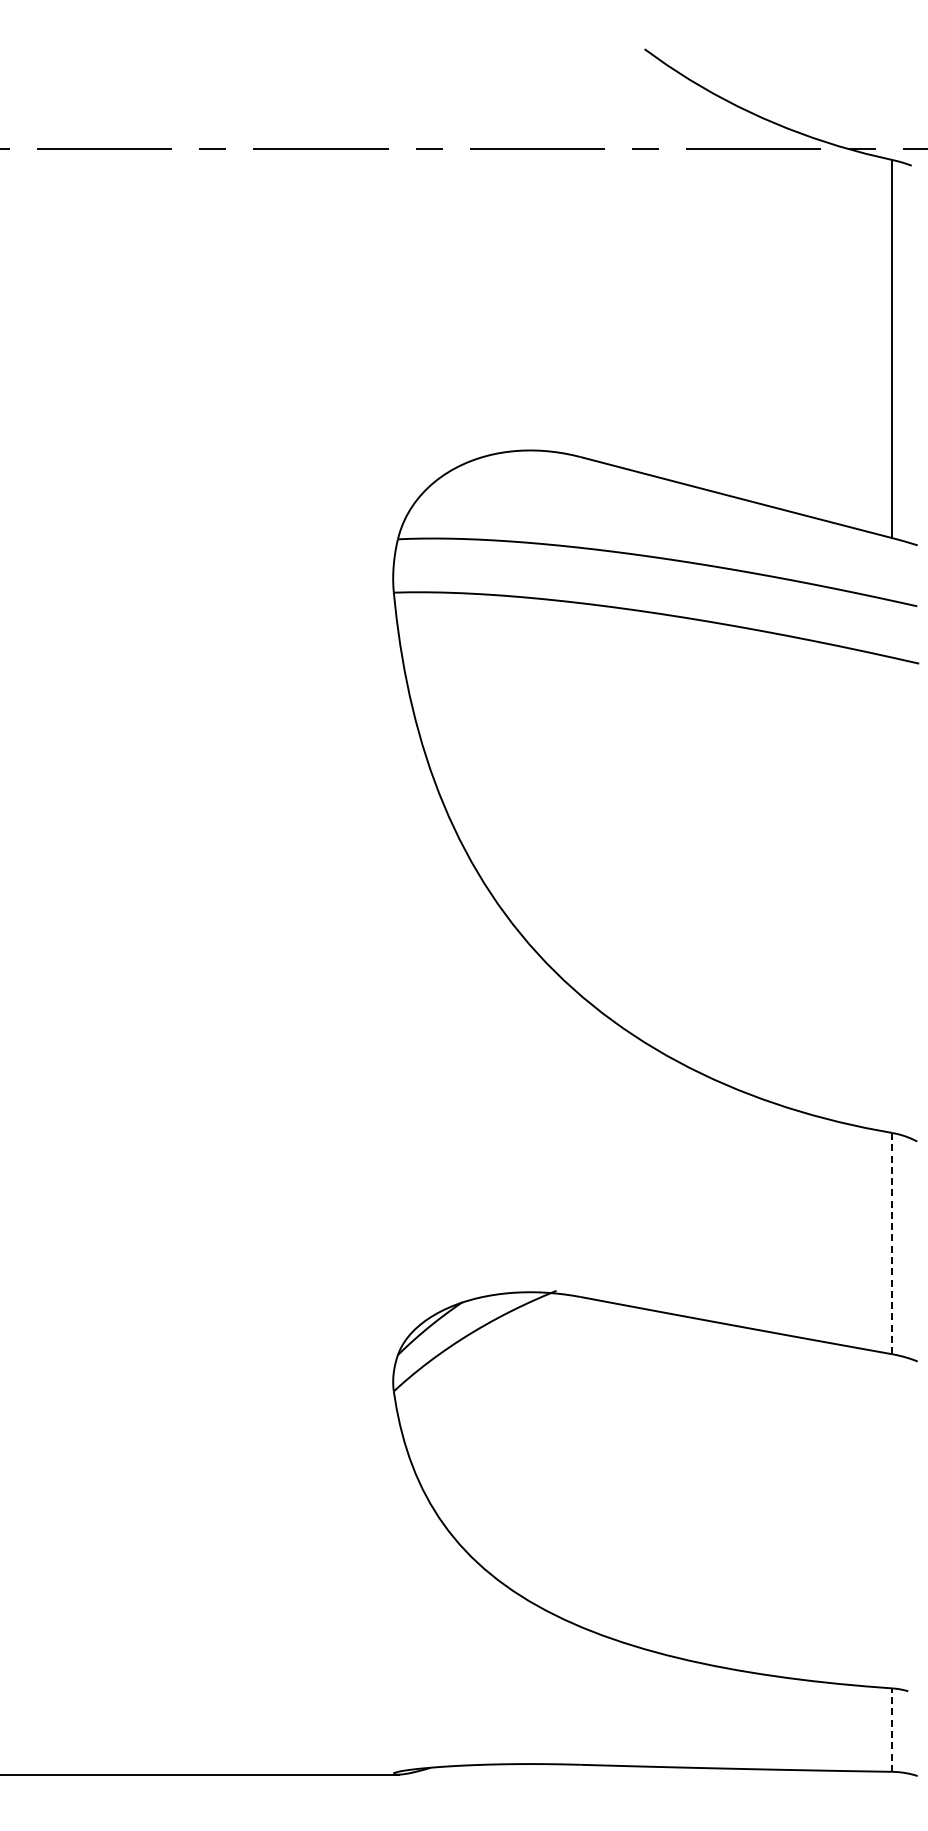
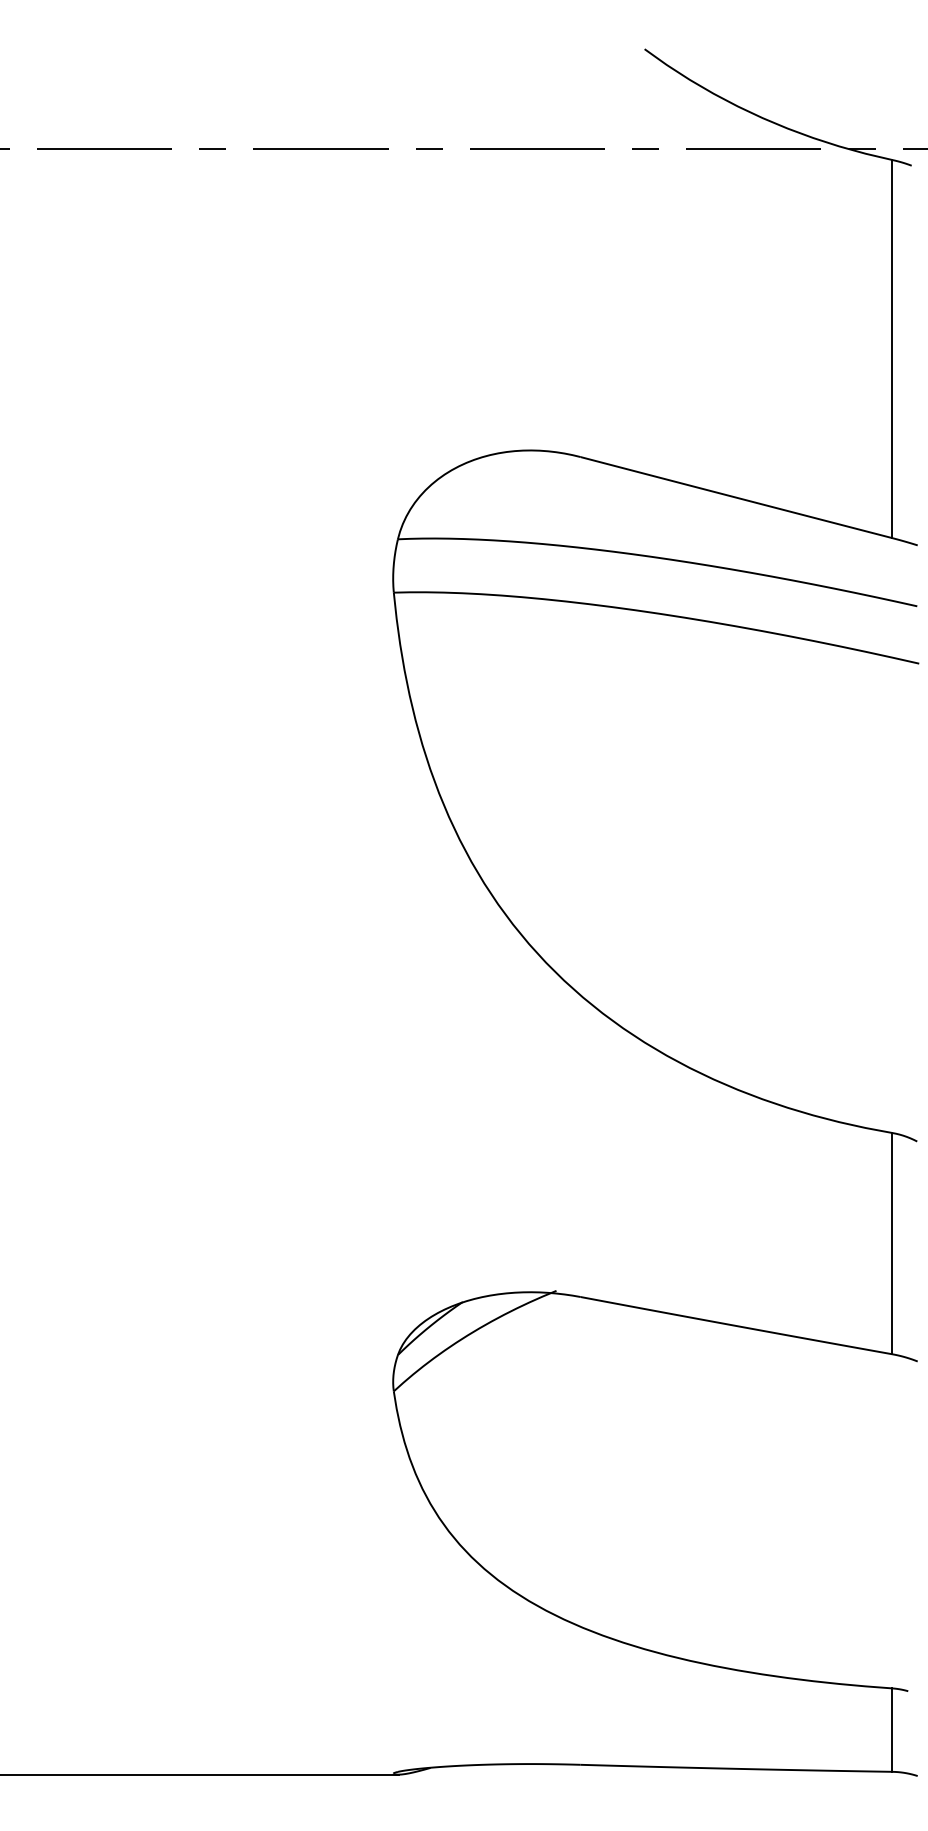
line at (892, 1243): dashed -> solid
line at (892, 1730): dashed -> solid
